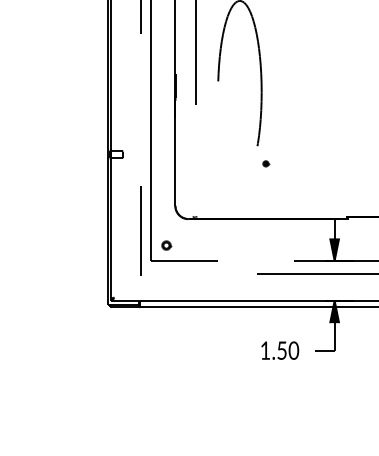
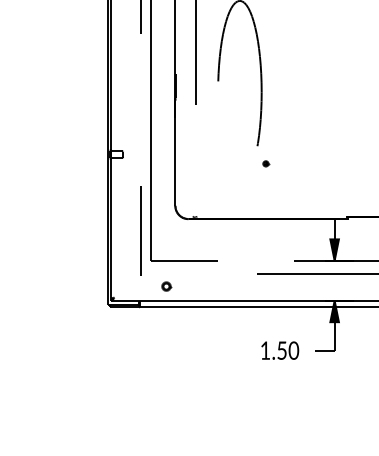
part at (166, 245) position: (166, 245) -> (166, 286)
